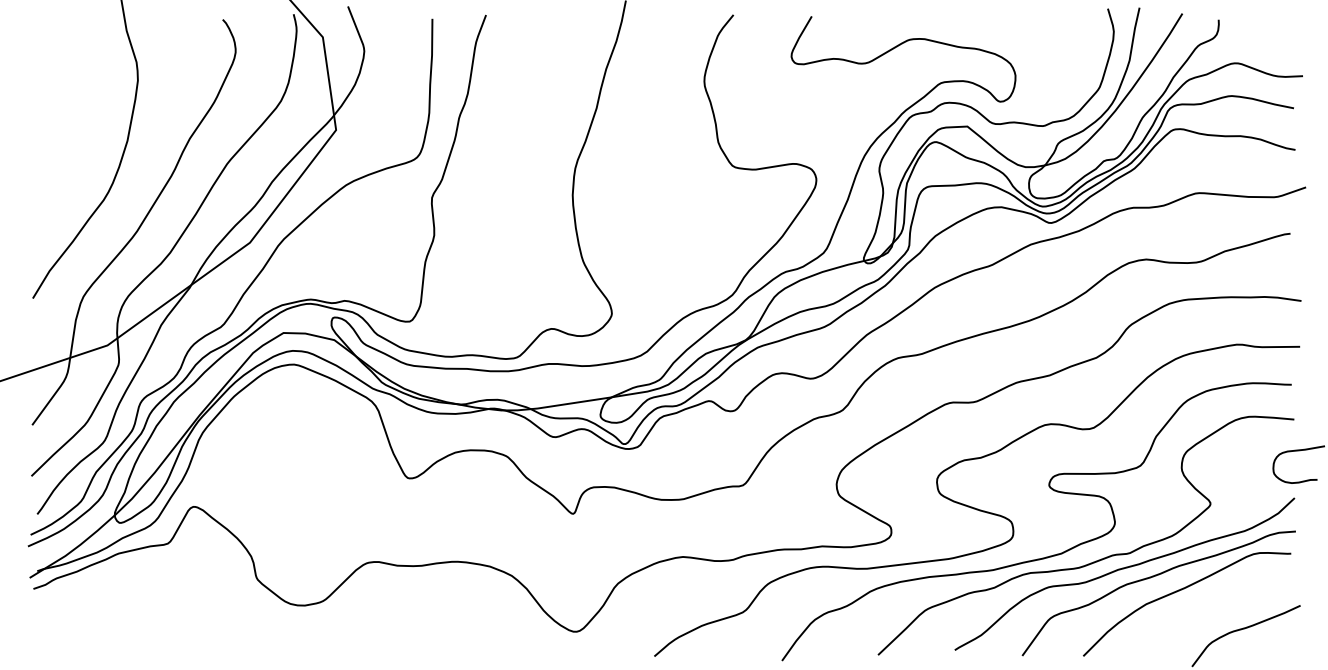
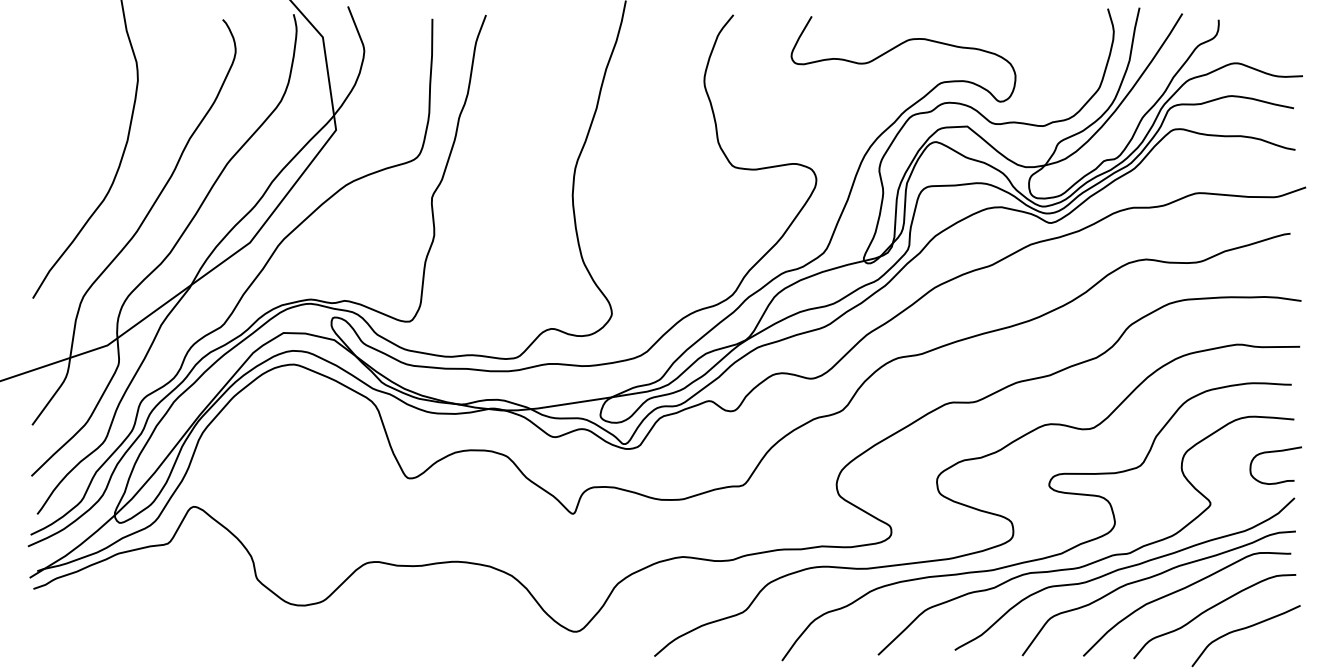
curve at (1298, 451) position: (1298, 451) -> (1275, 452)
curve at (1210, 609): none -> present
